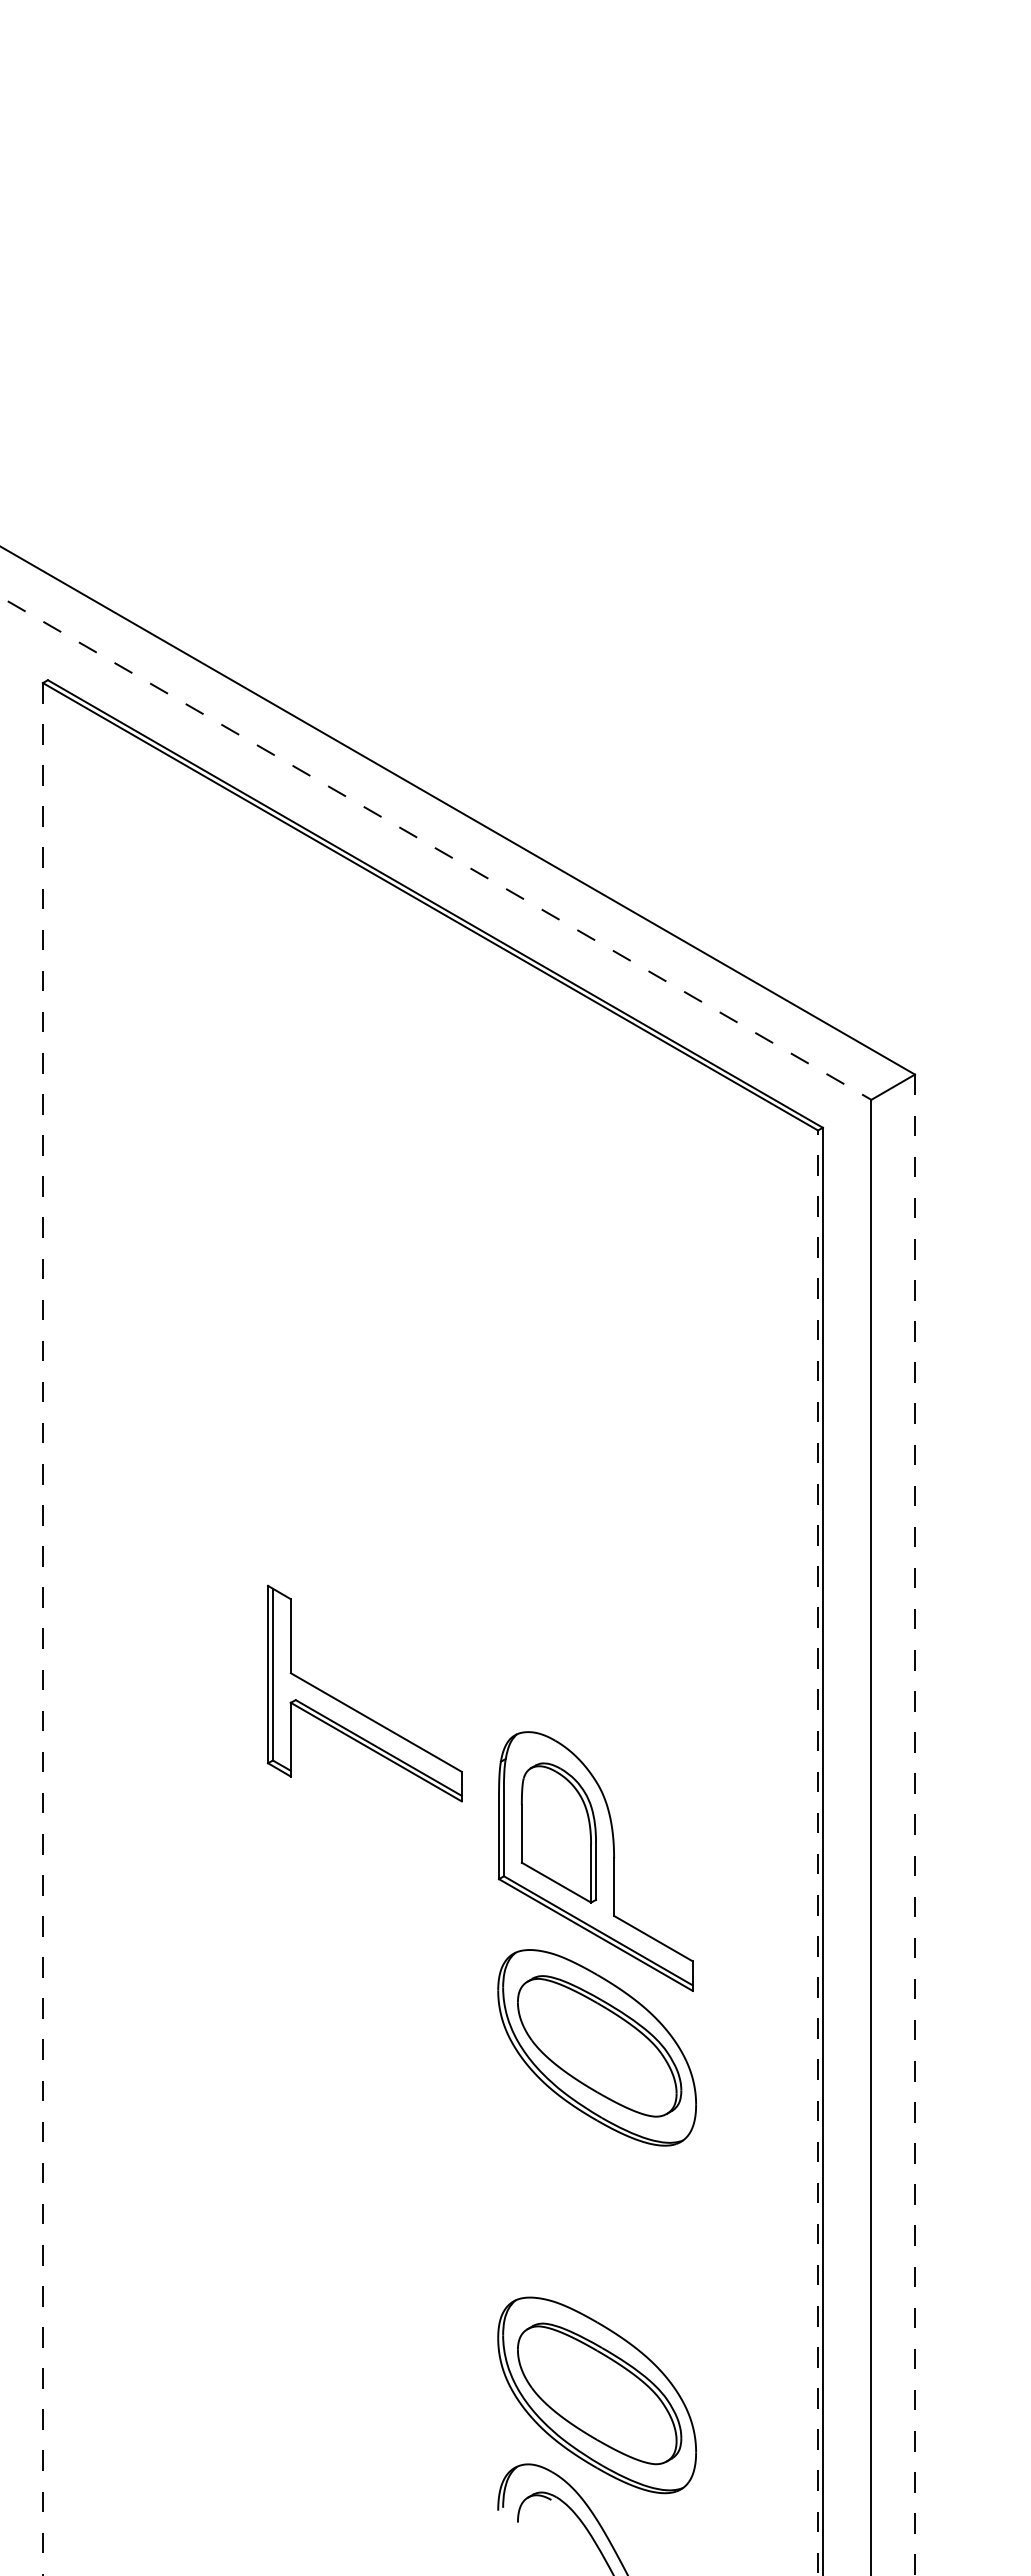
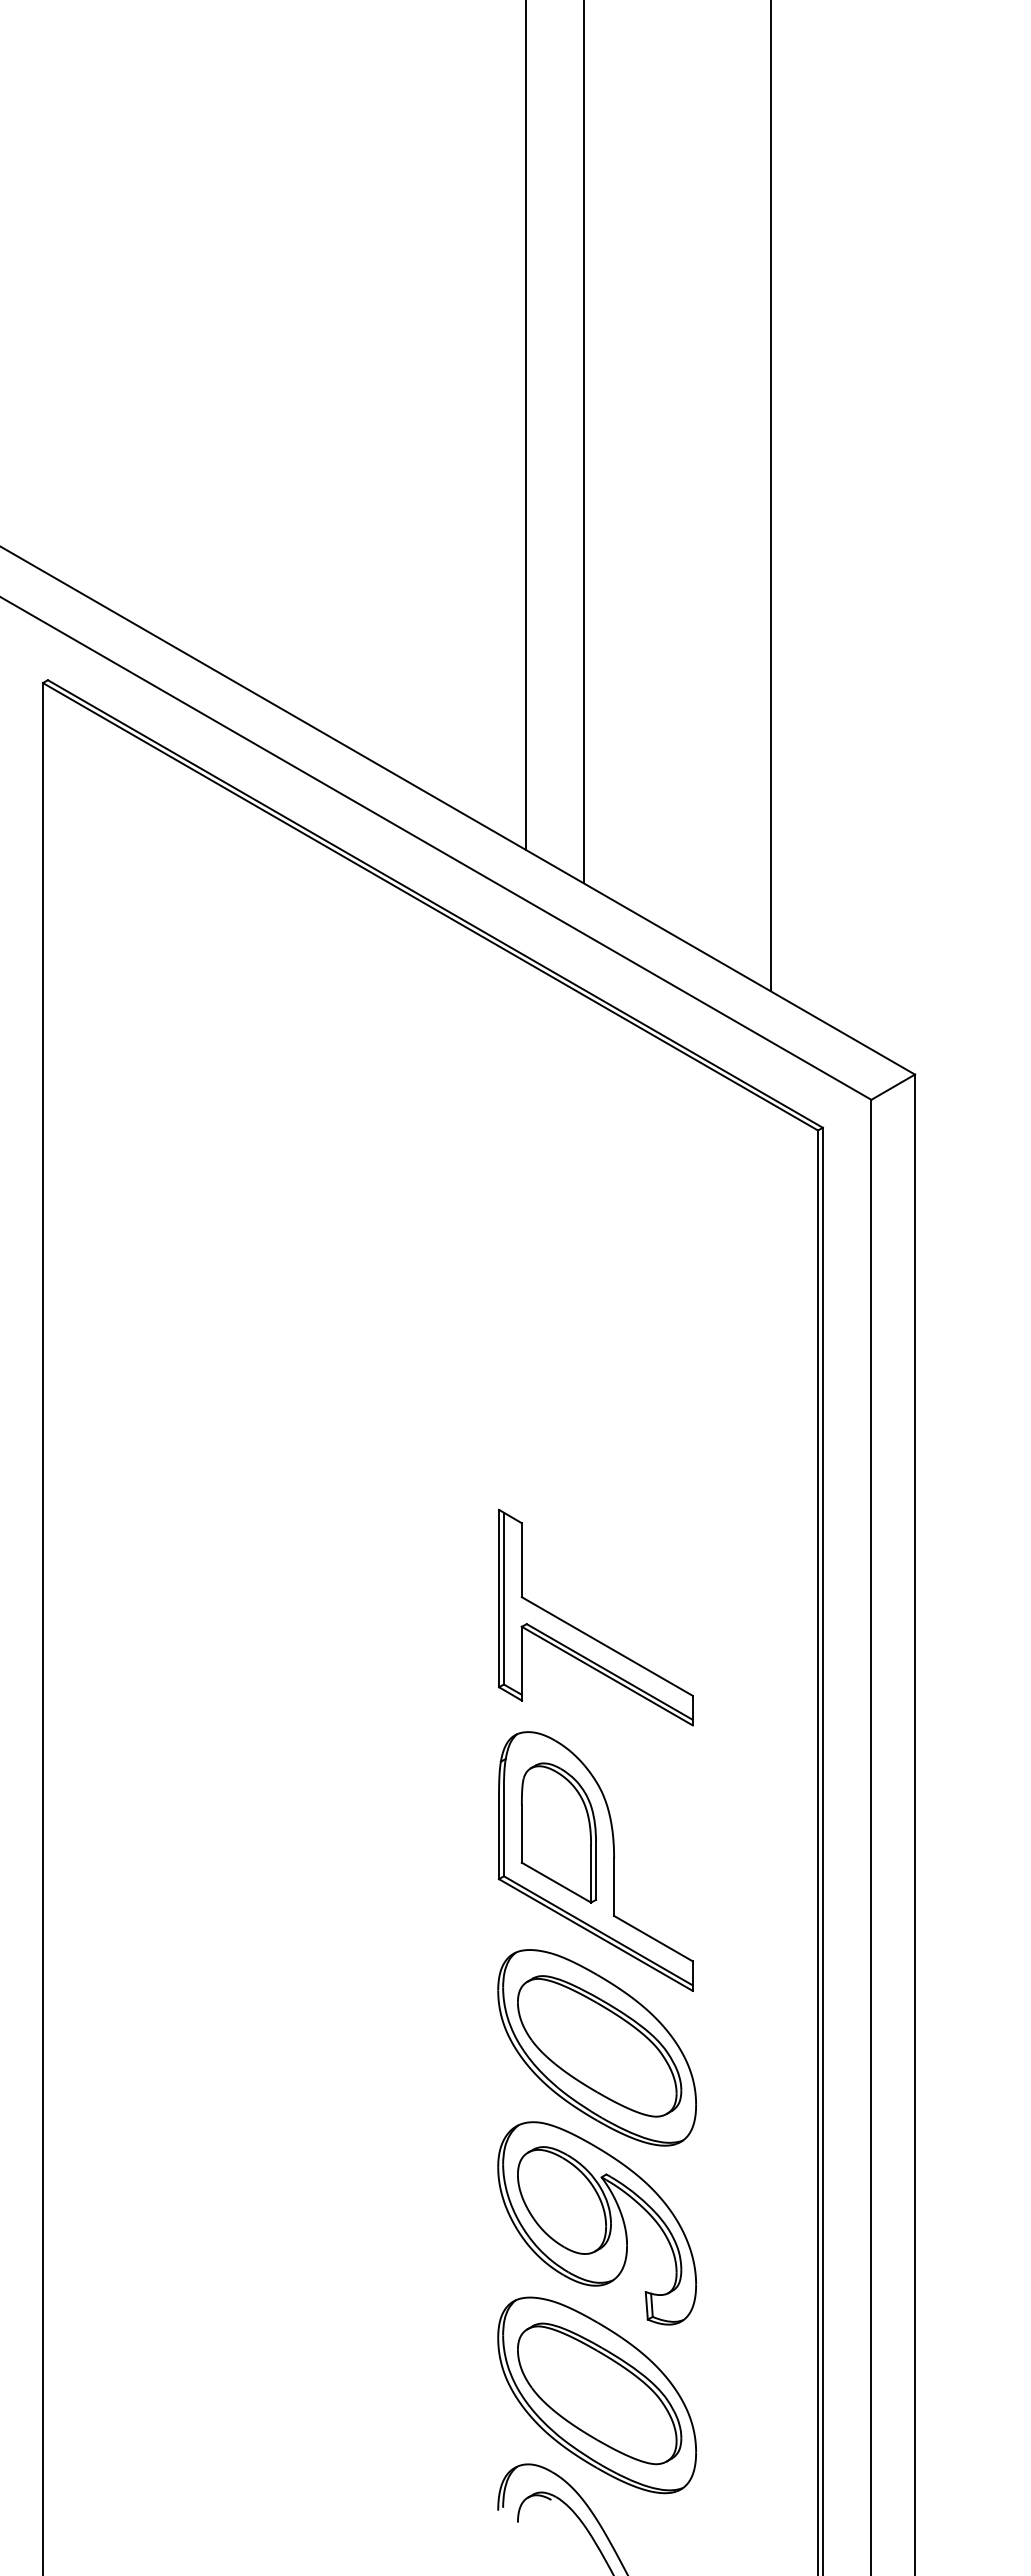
line at (526, 426): none -> present
line at (583, 442): none -> present
line at (770, 496): none -> present
line at (435, 848): dashed -> solid
line at (43, 1630): dashed -> solid
part at (354, 1708) position: (354, 1708) -> (585, 1632)
line at (914, 1825): dashed -> solid
line at (817, 1852): dashed -> solid
part at (596, 2223): none -> present
